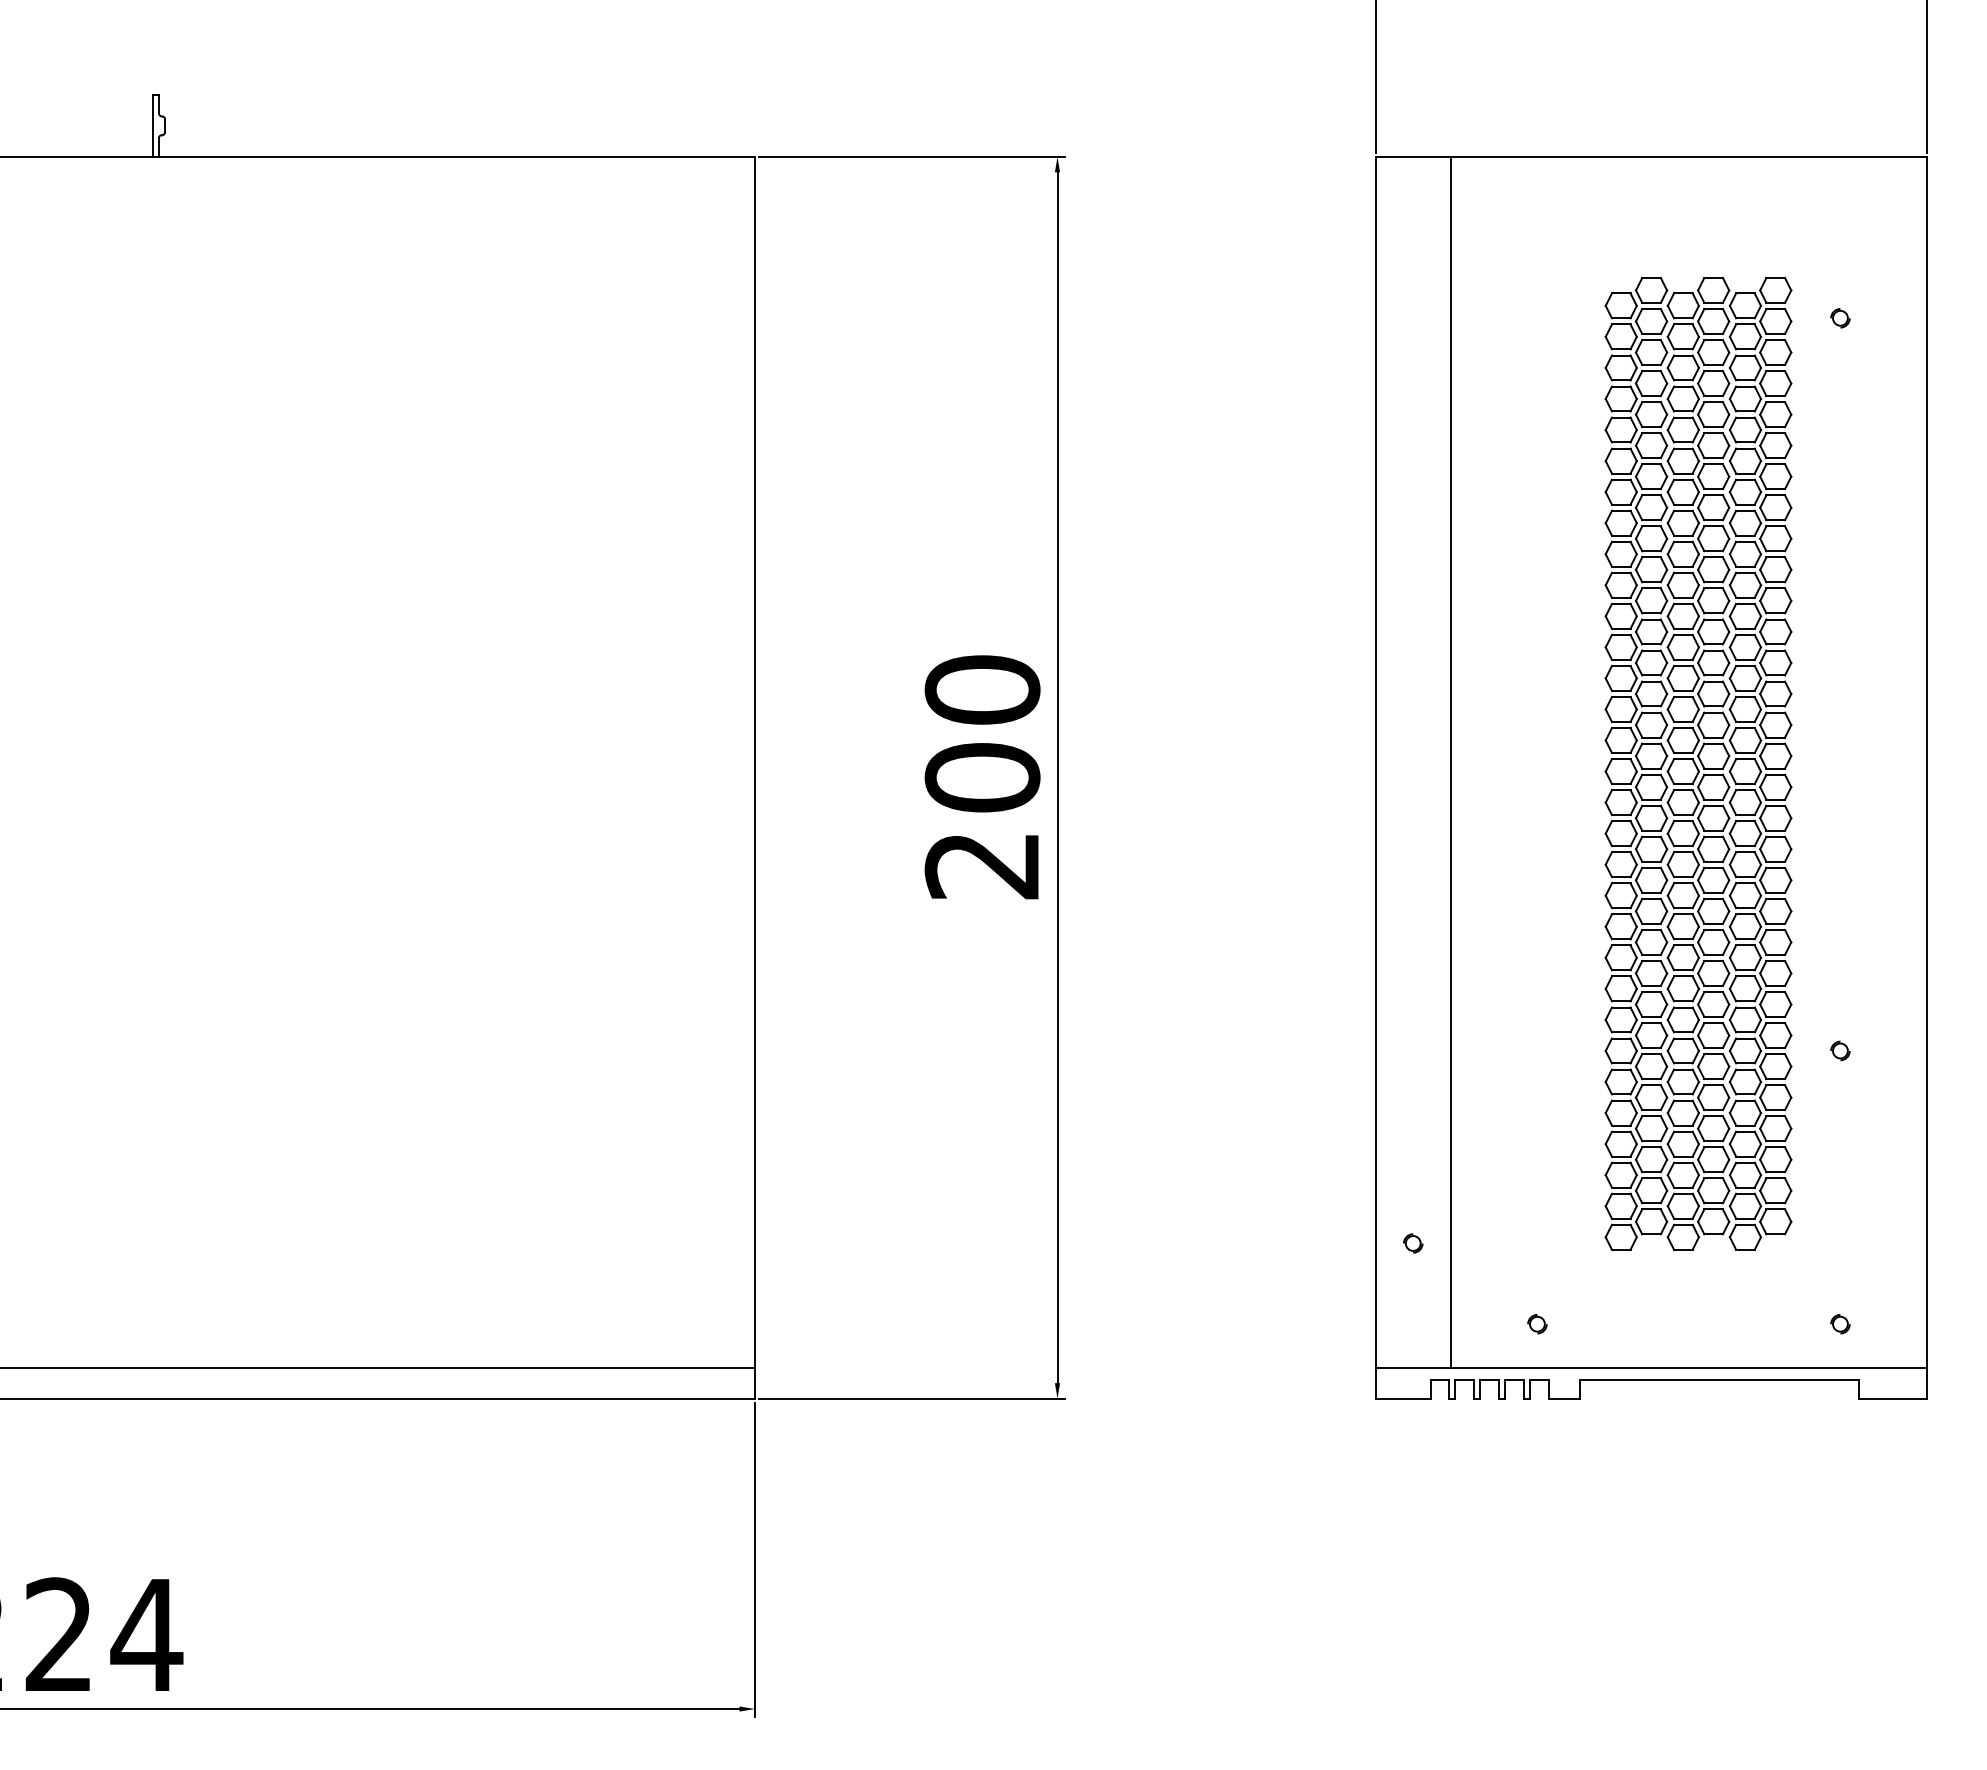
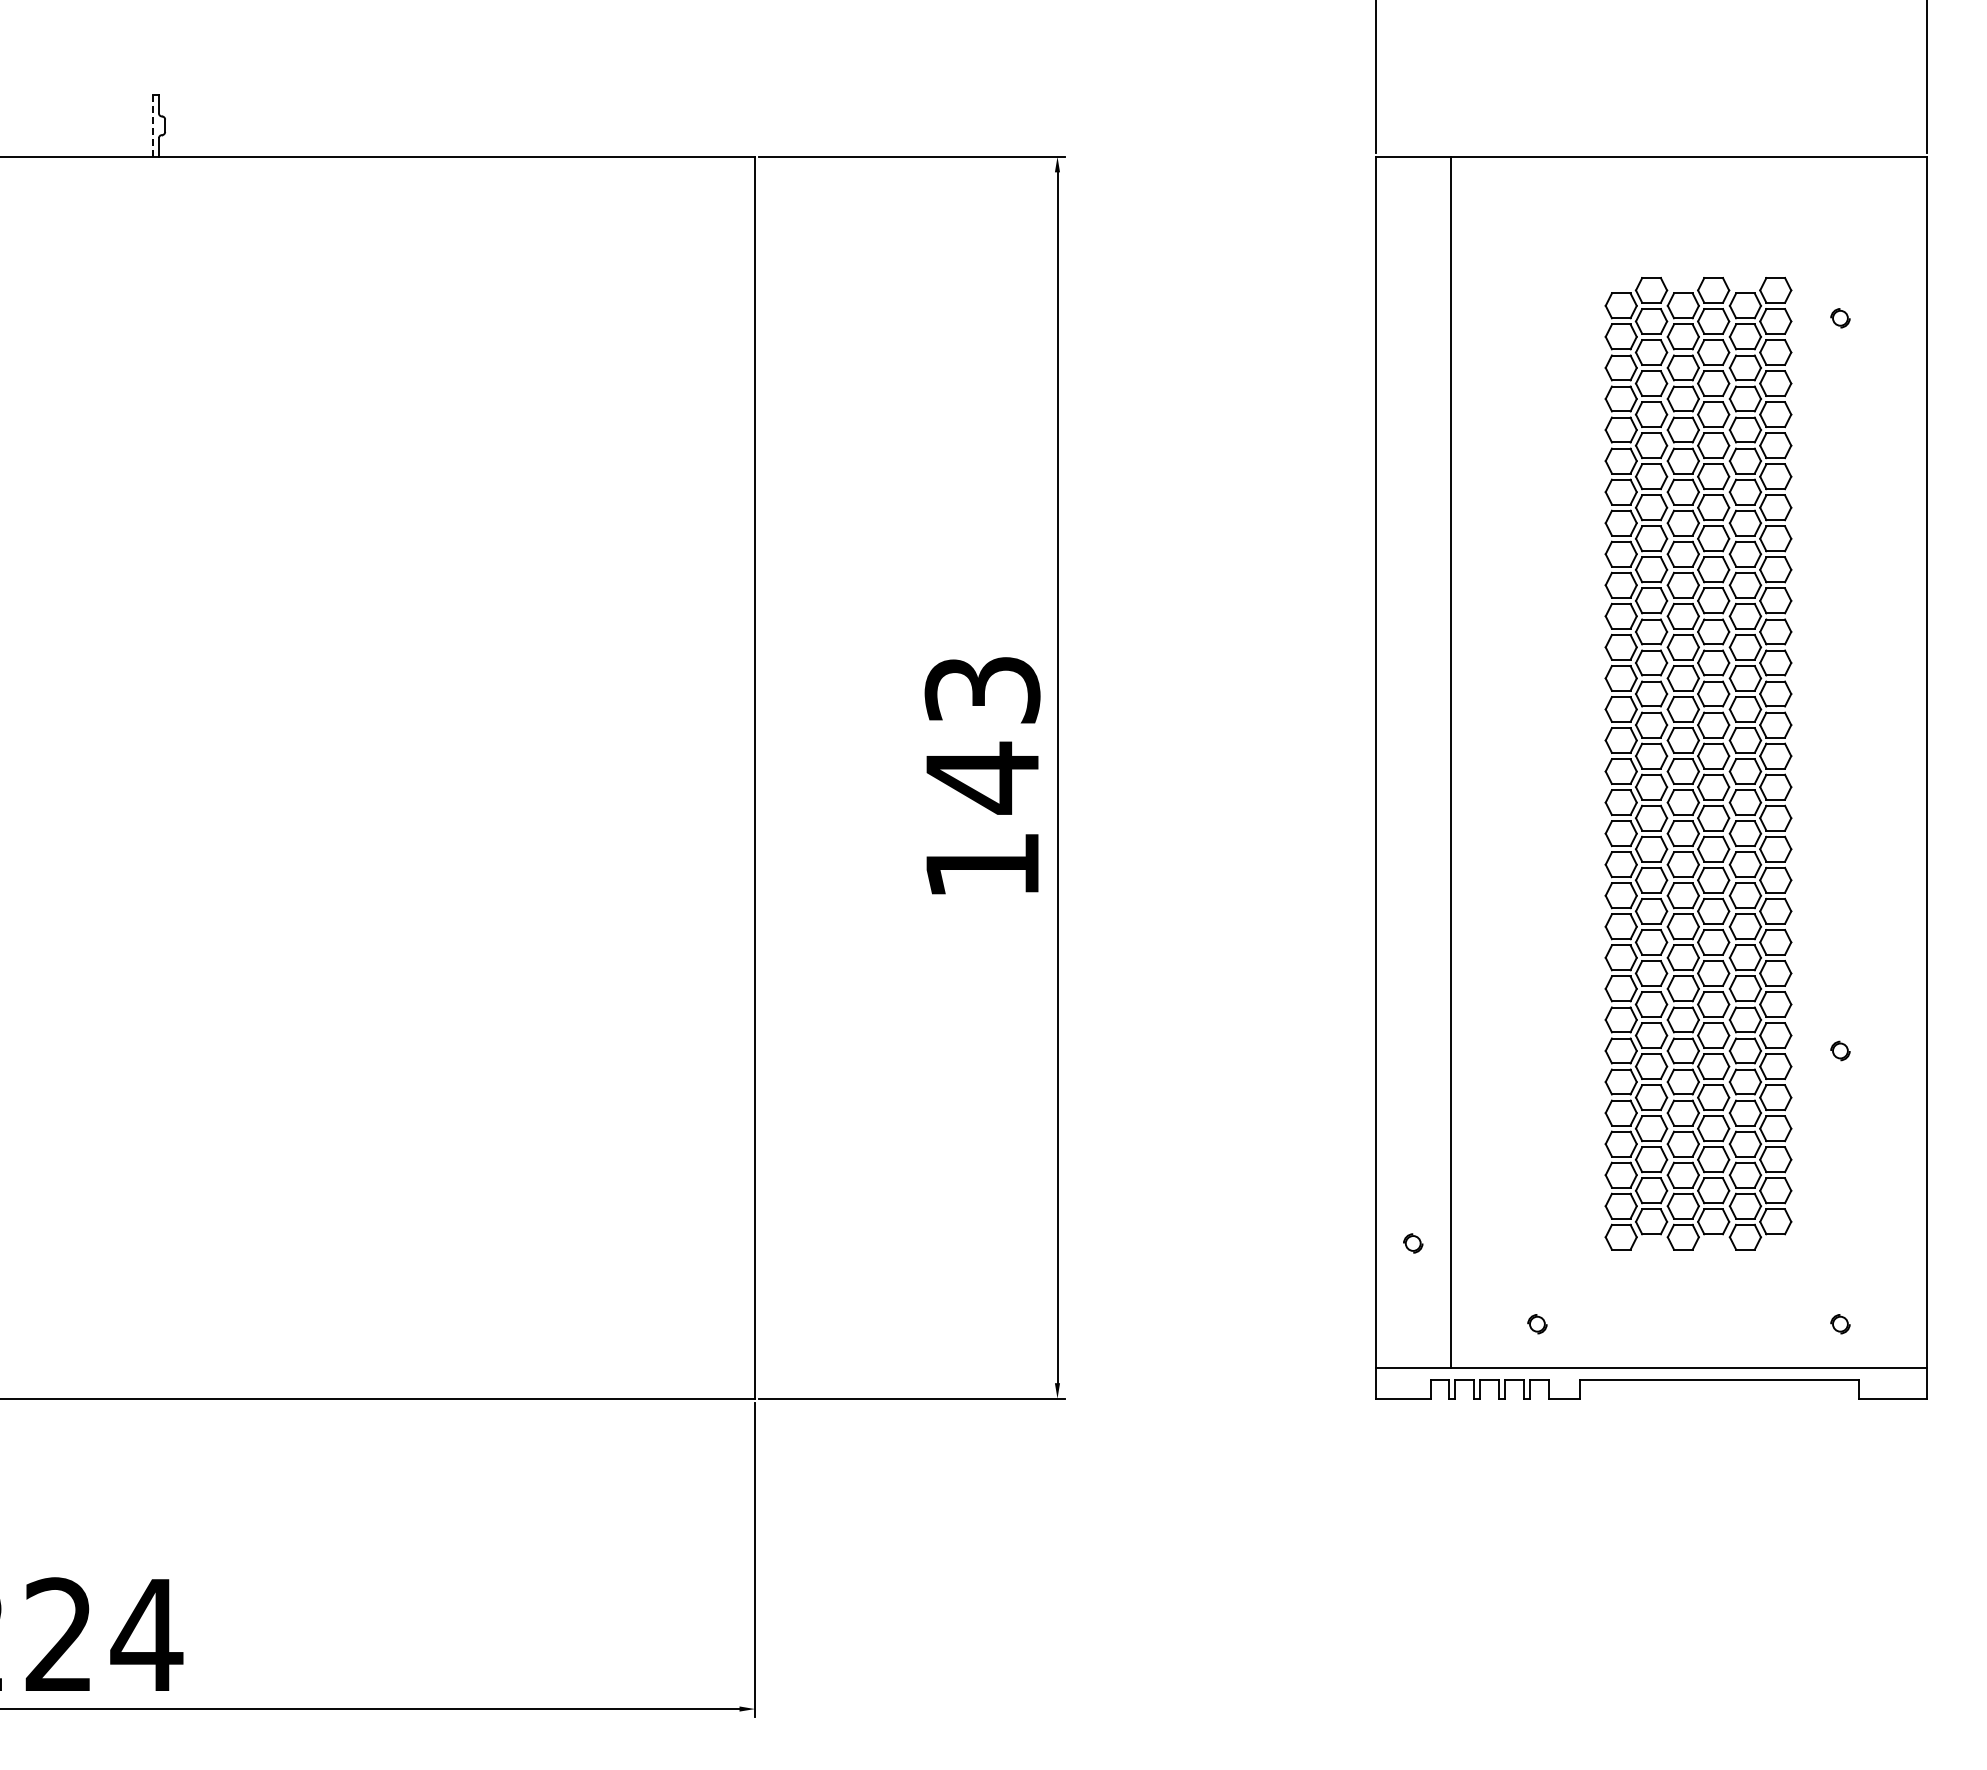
line at (152, 125): solid -> dashed
text at (982, 777): 200 -> 143
line at (378, 1367): present -> none
